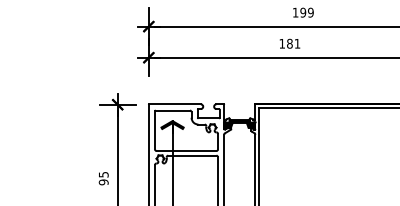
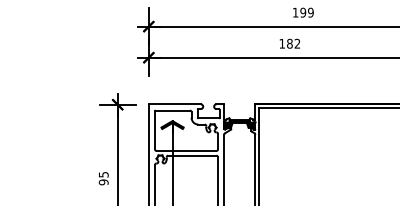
text at (297, 43): 181 -> 182
